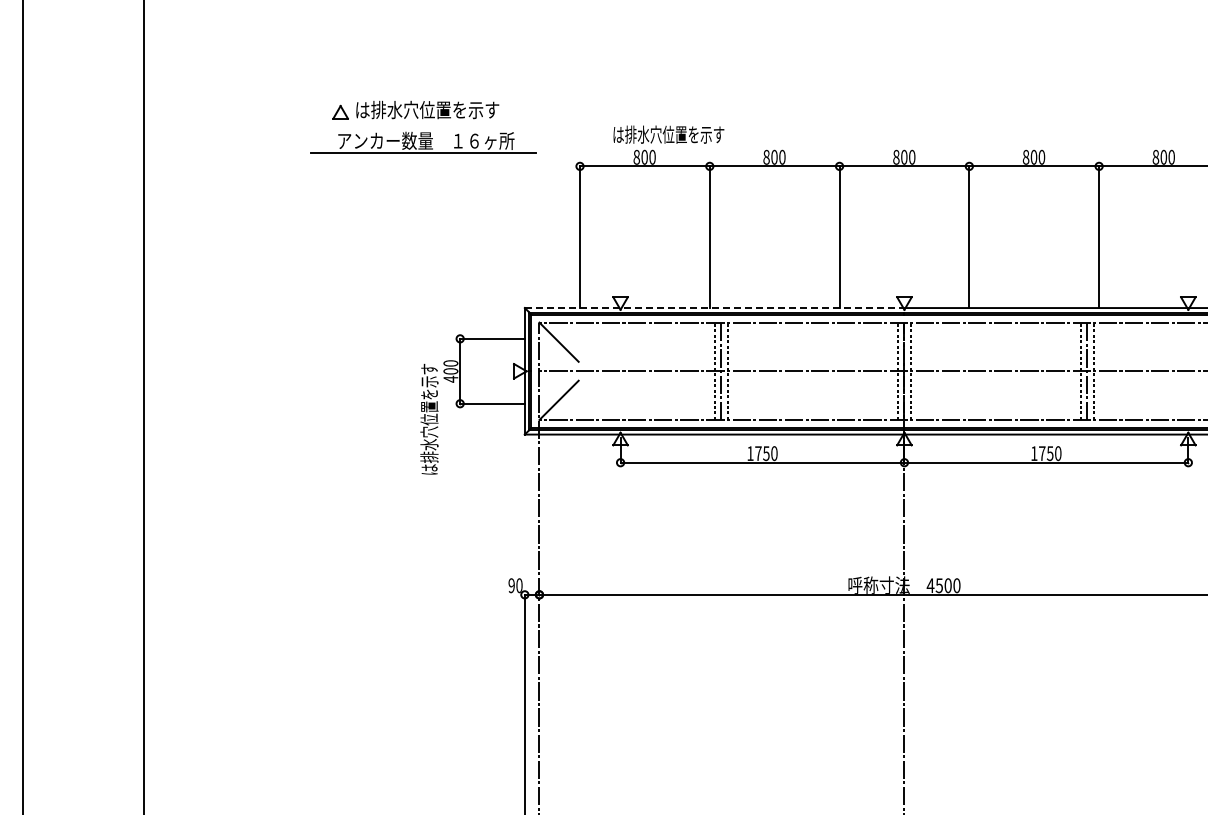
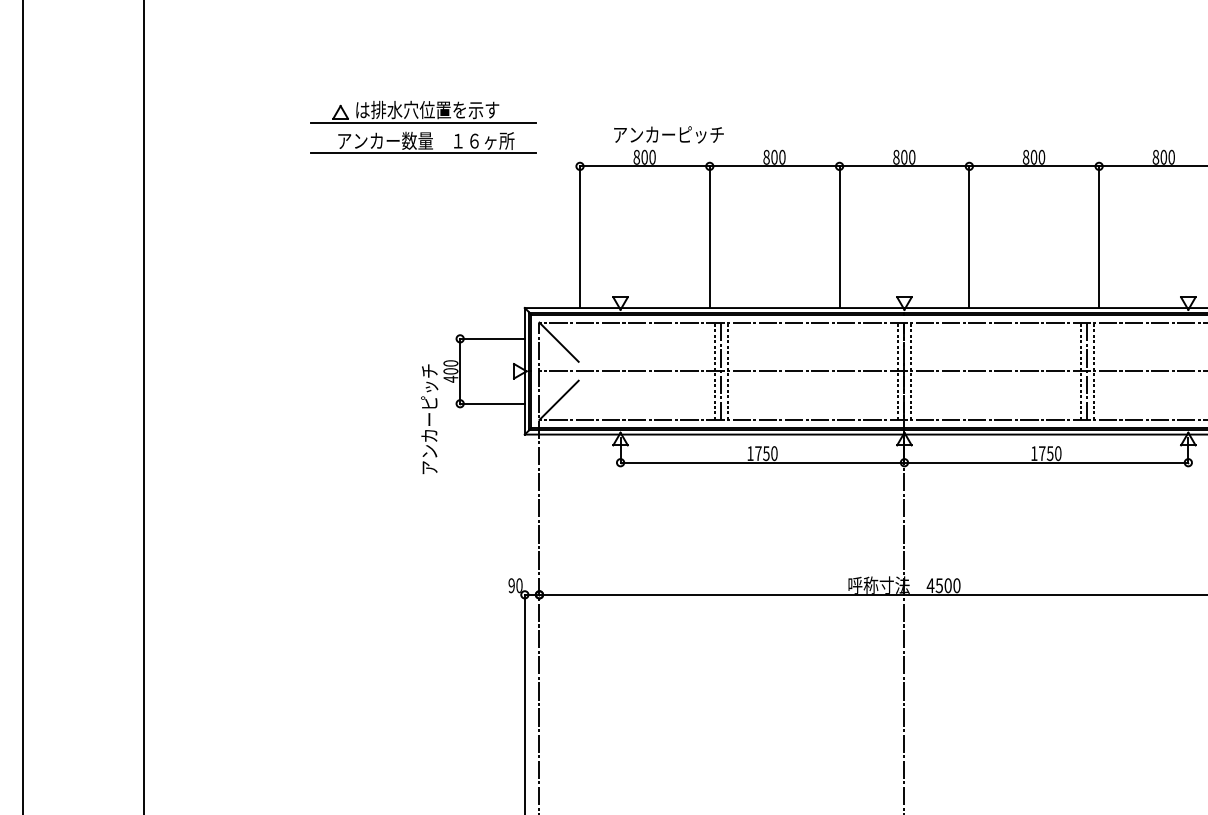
line at (423, 123): none -> present
text at (668, 134): は排水穴位置を示す -> アンカーピッチ
line at (714, 308): dashed -> solid
text at (429, 418): は排水穴位置を示す -> アンカーピッチ
